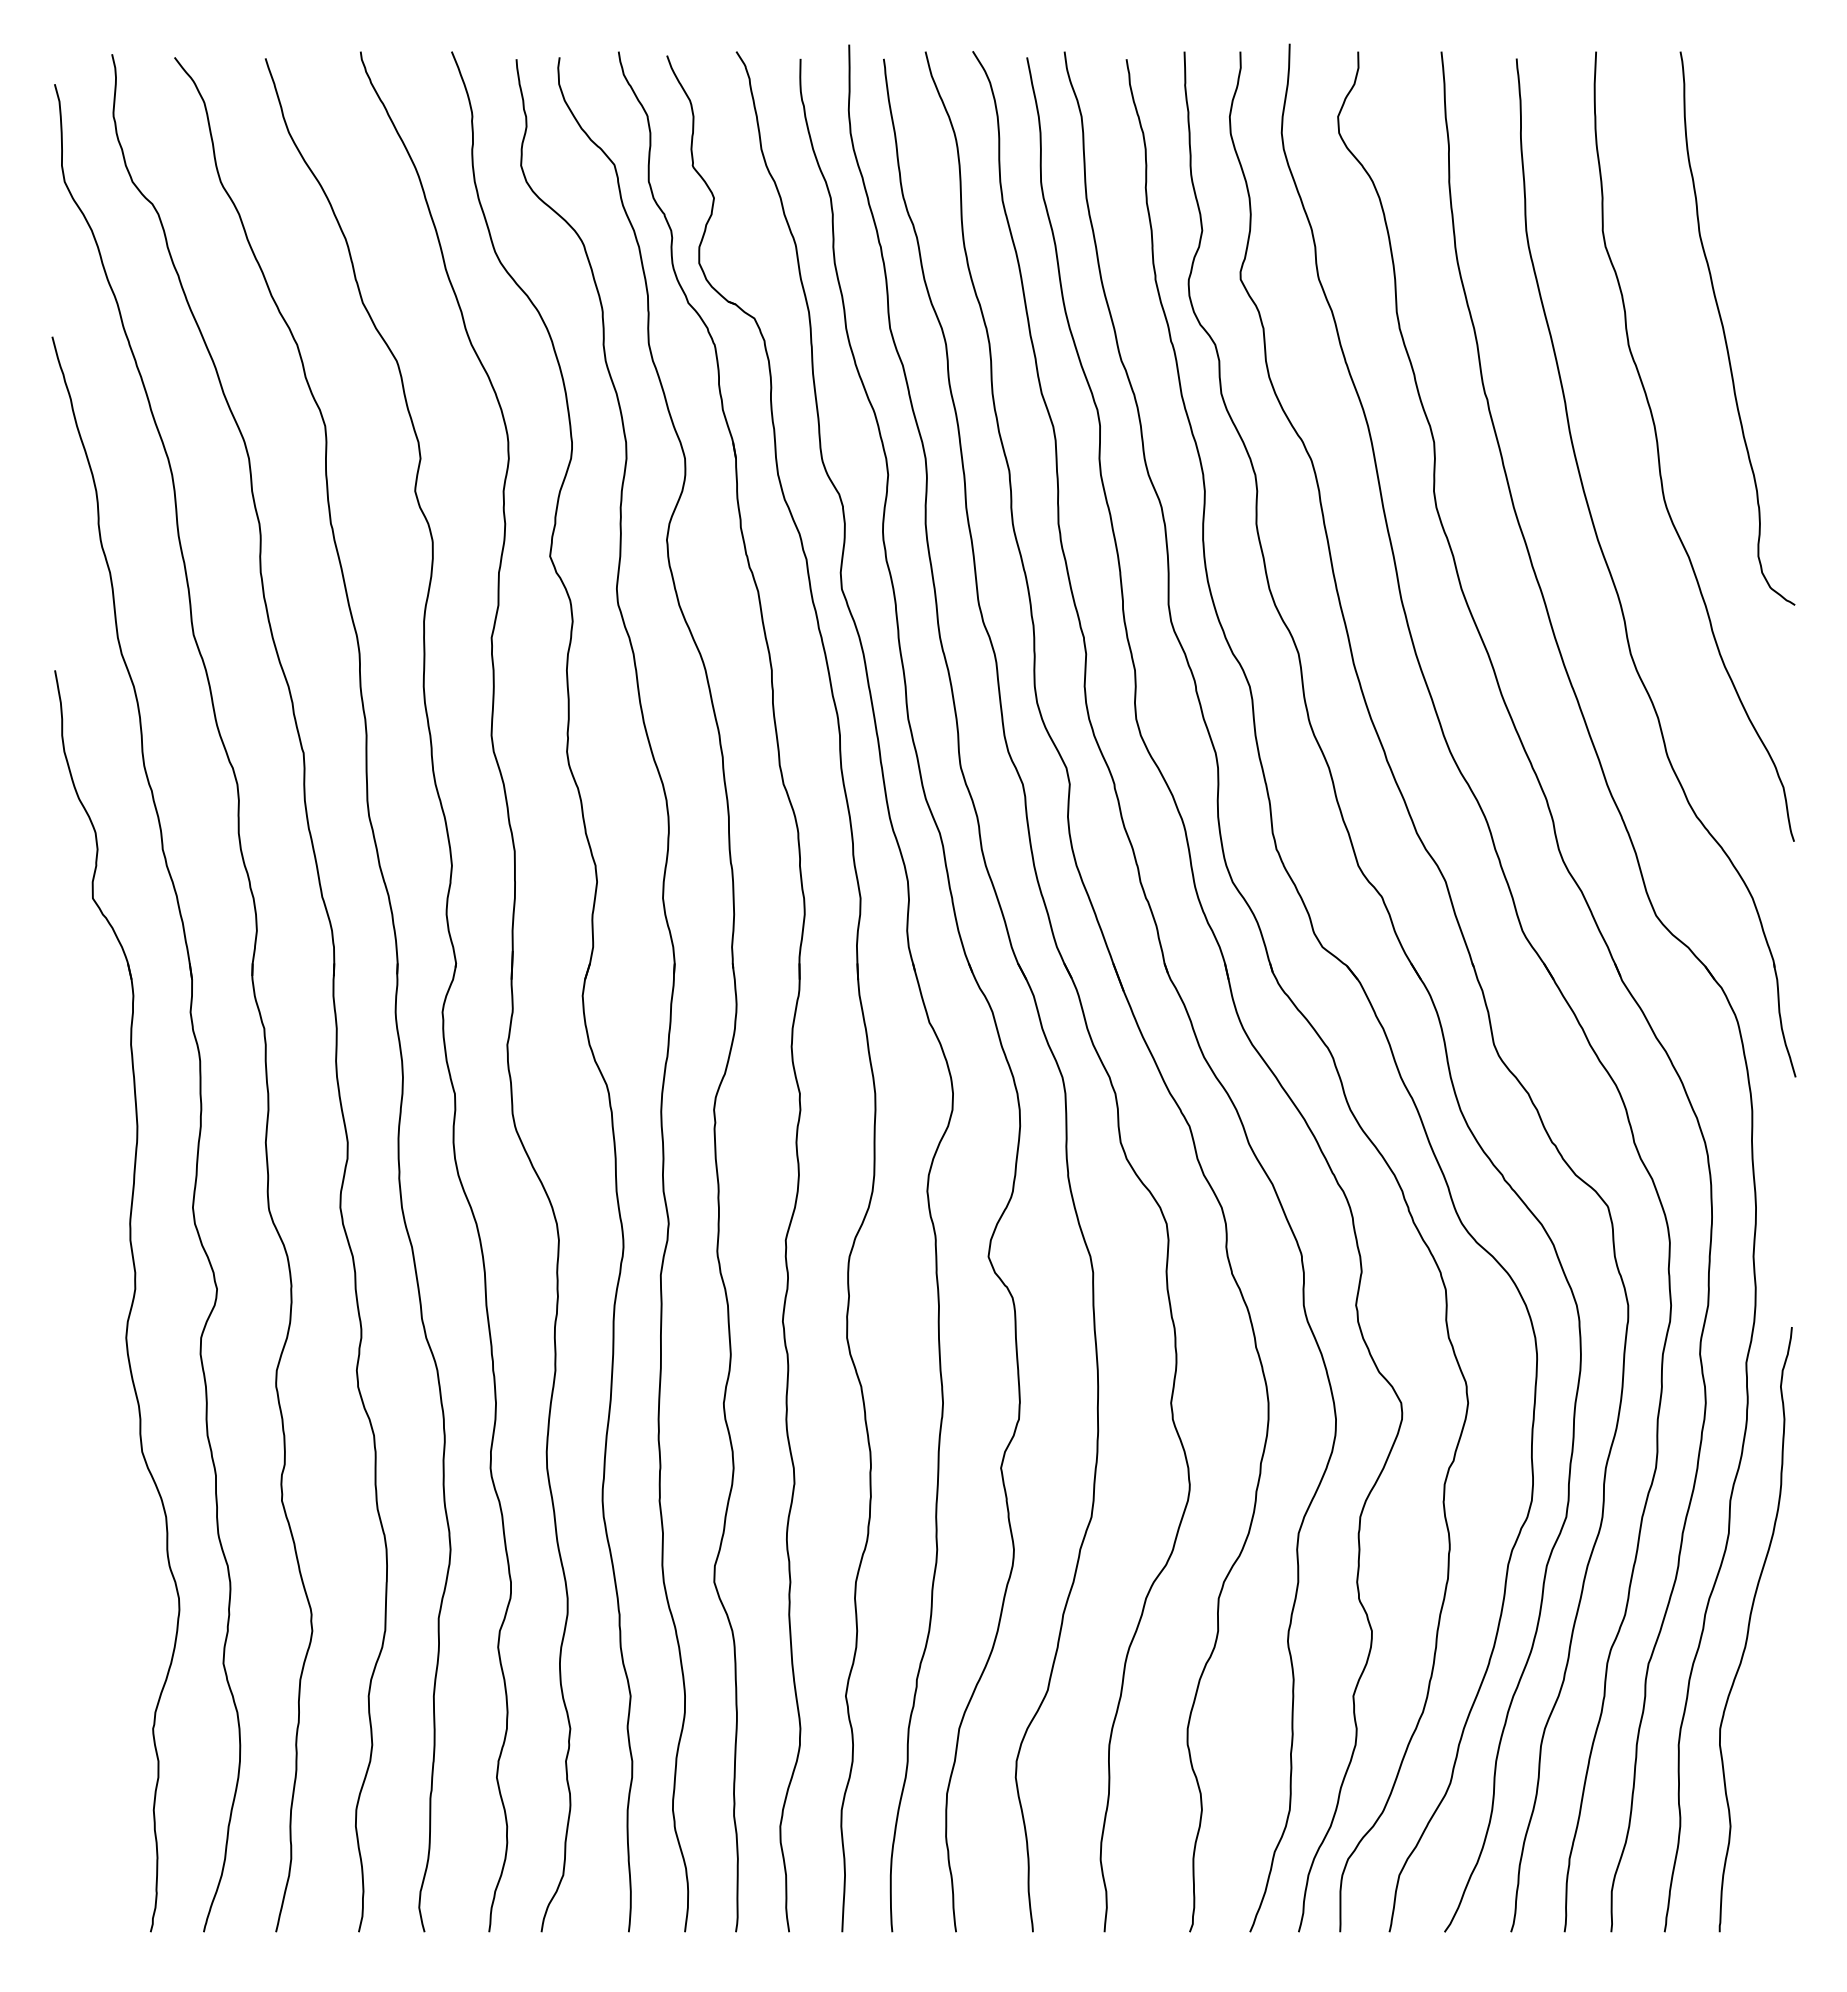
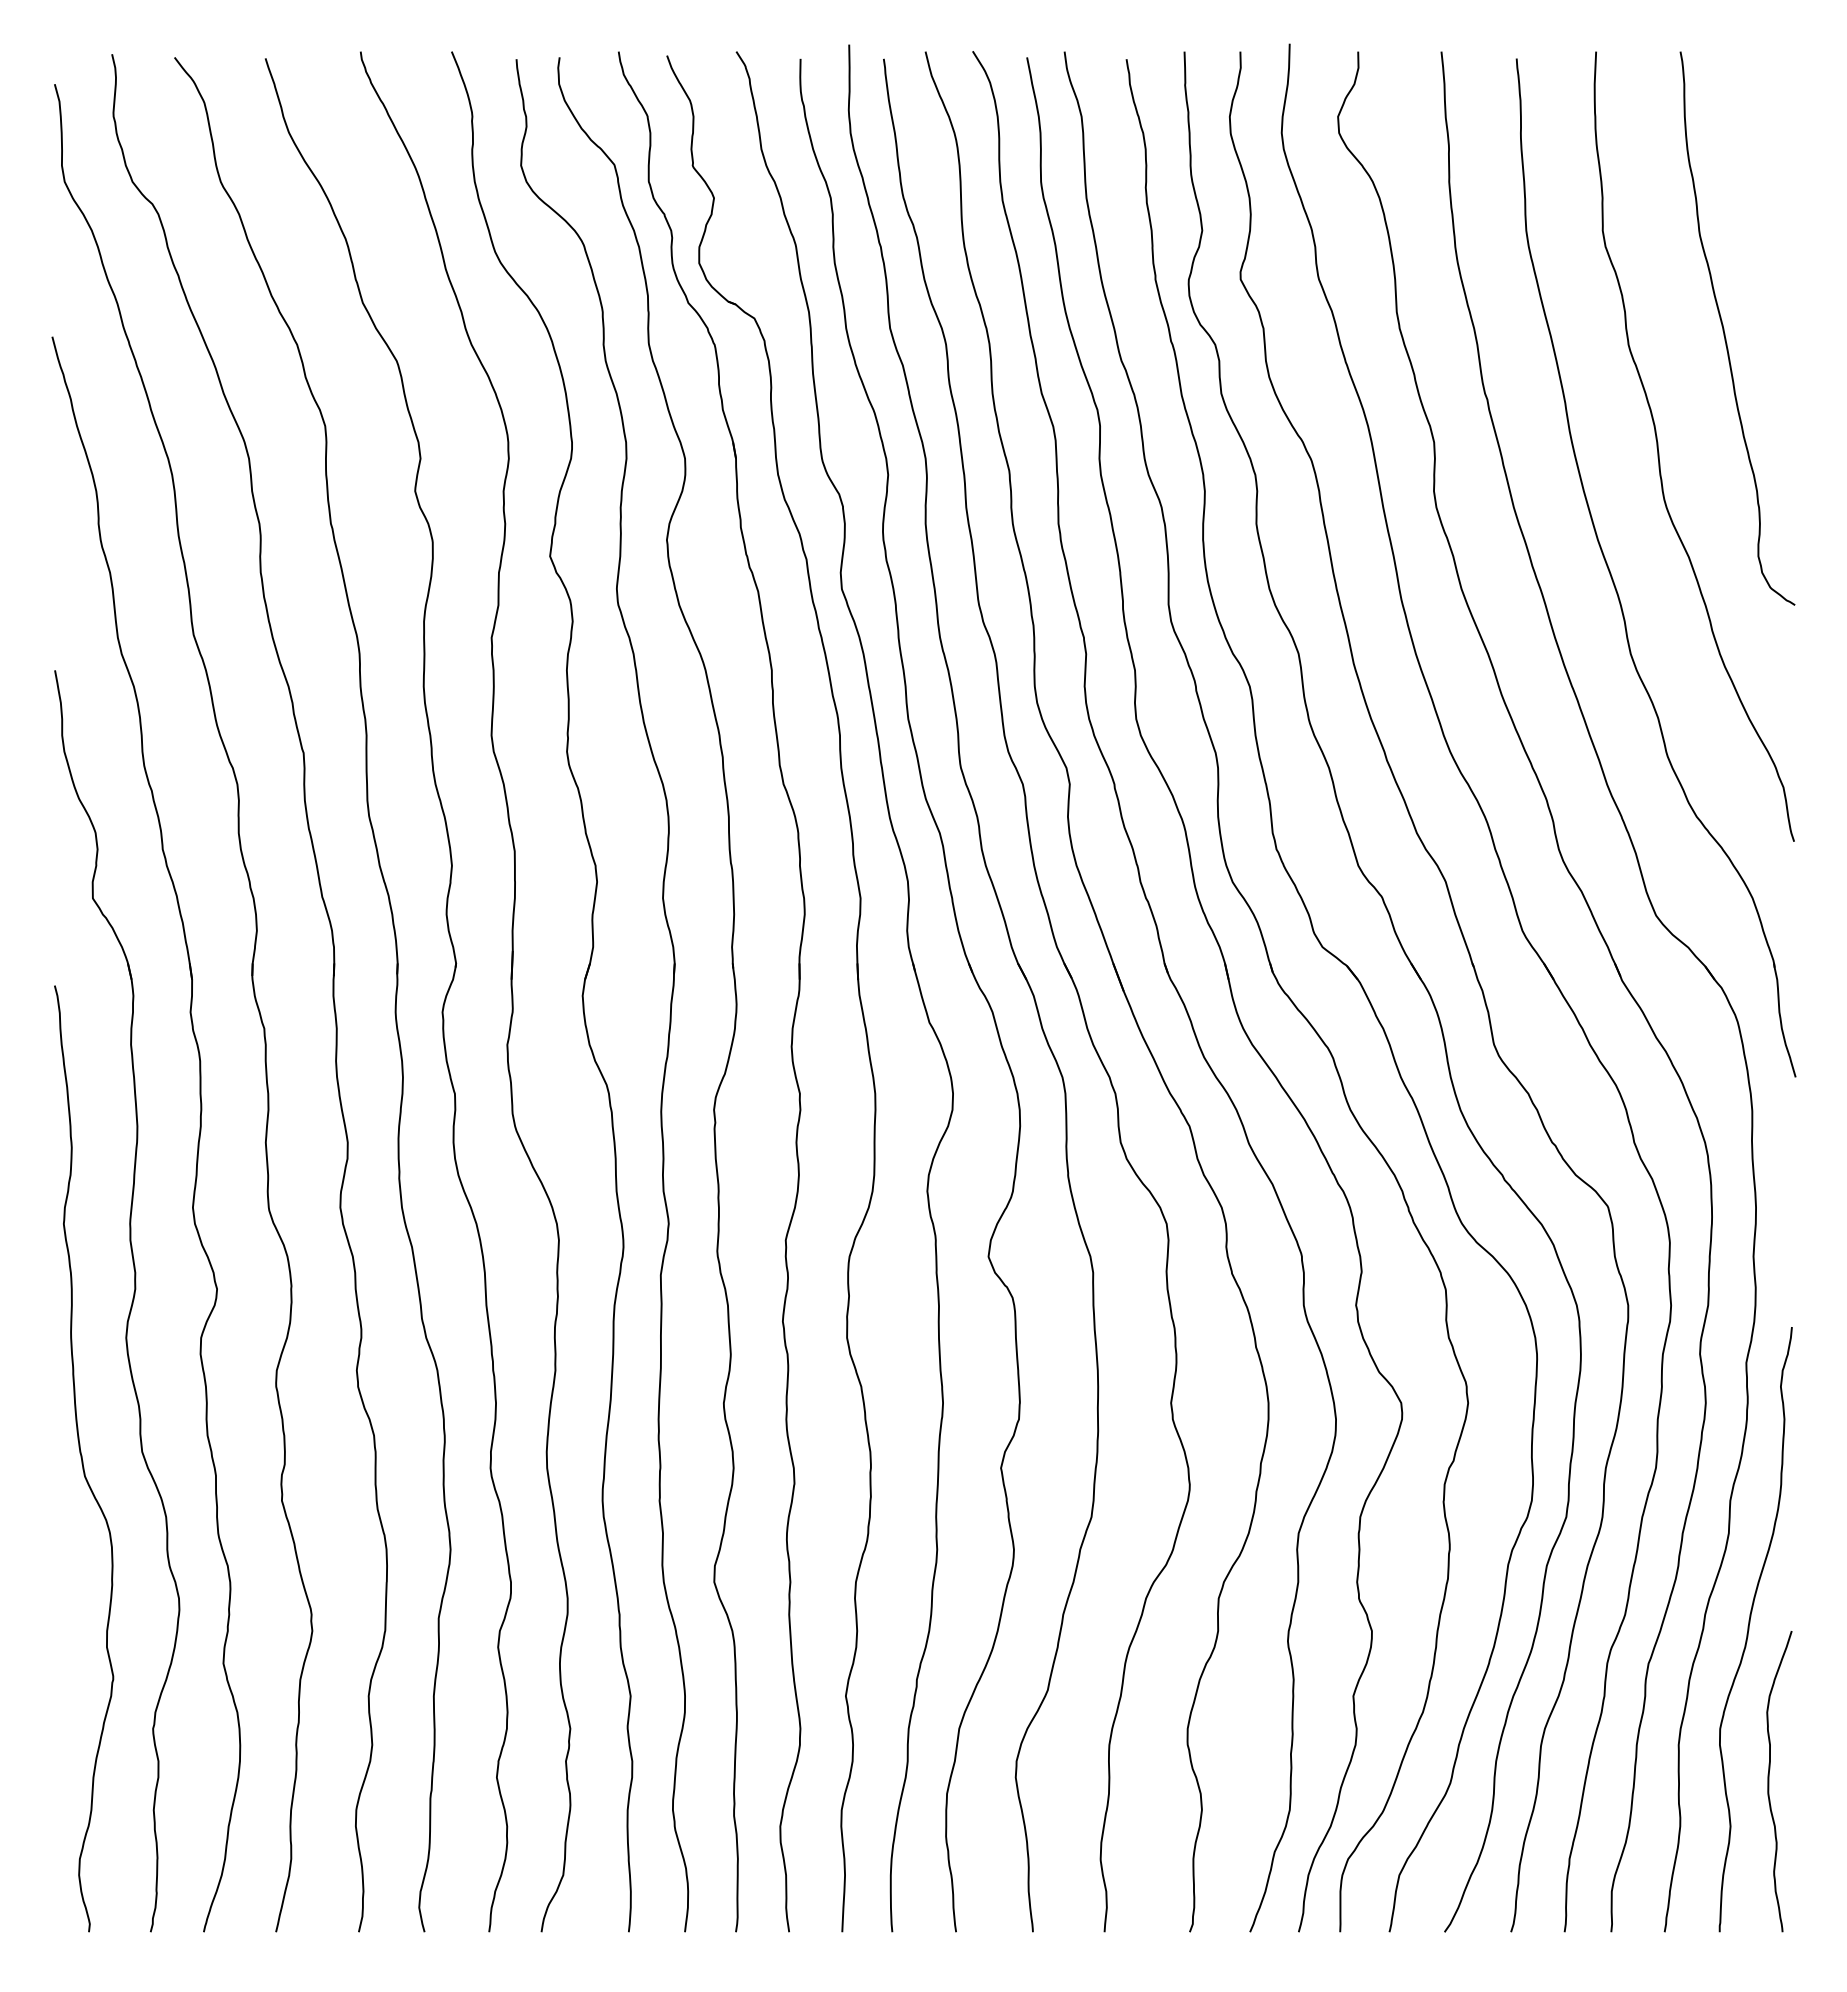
curve at (82, 1458): none -> present
curve at (1769, 1781): none -> present
